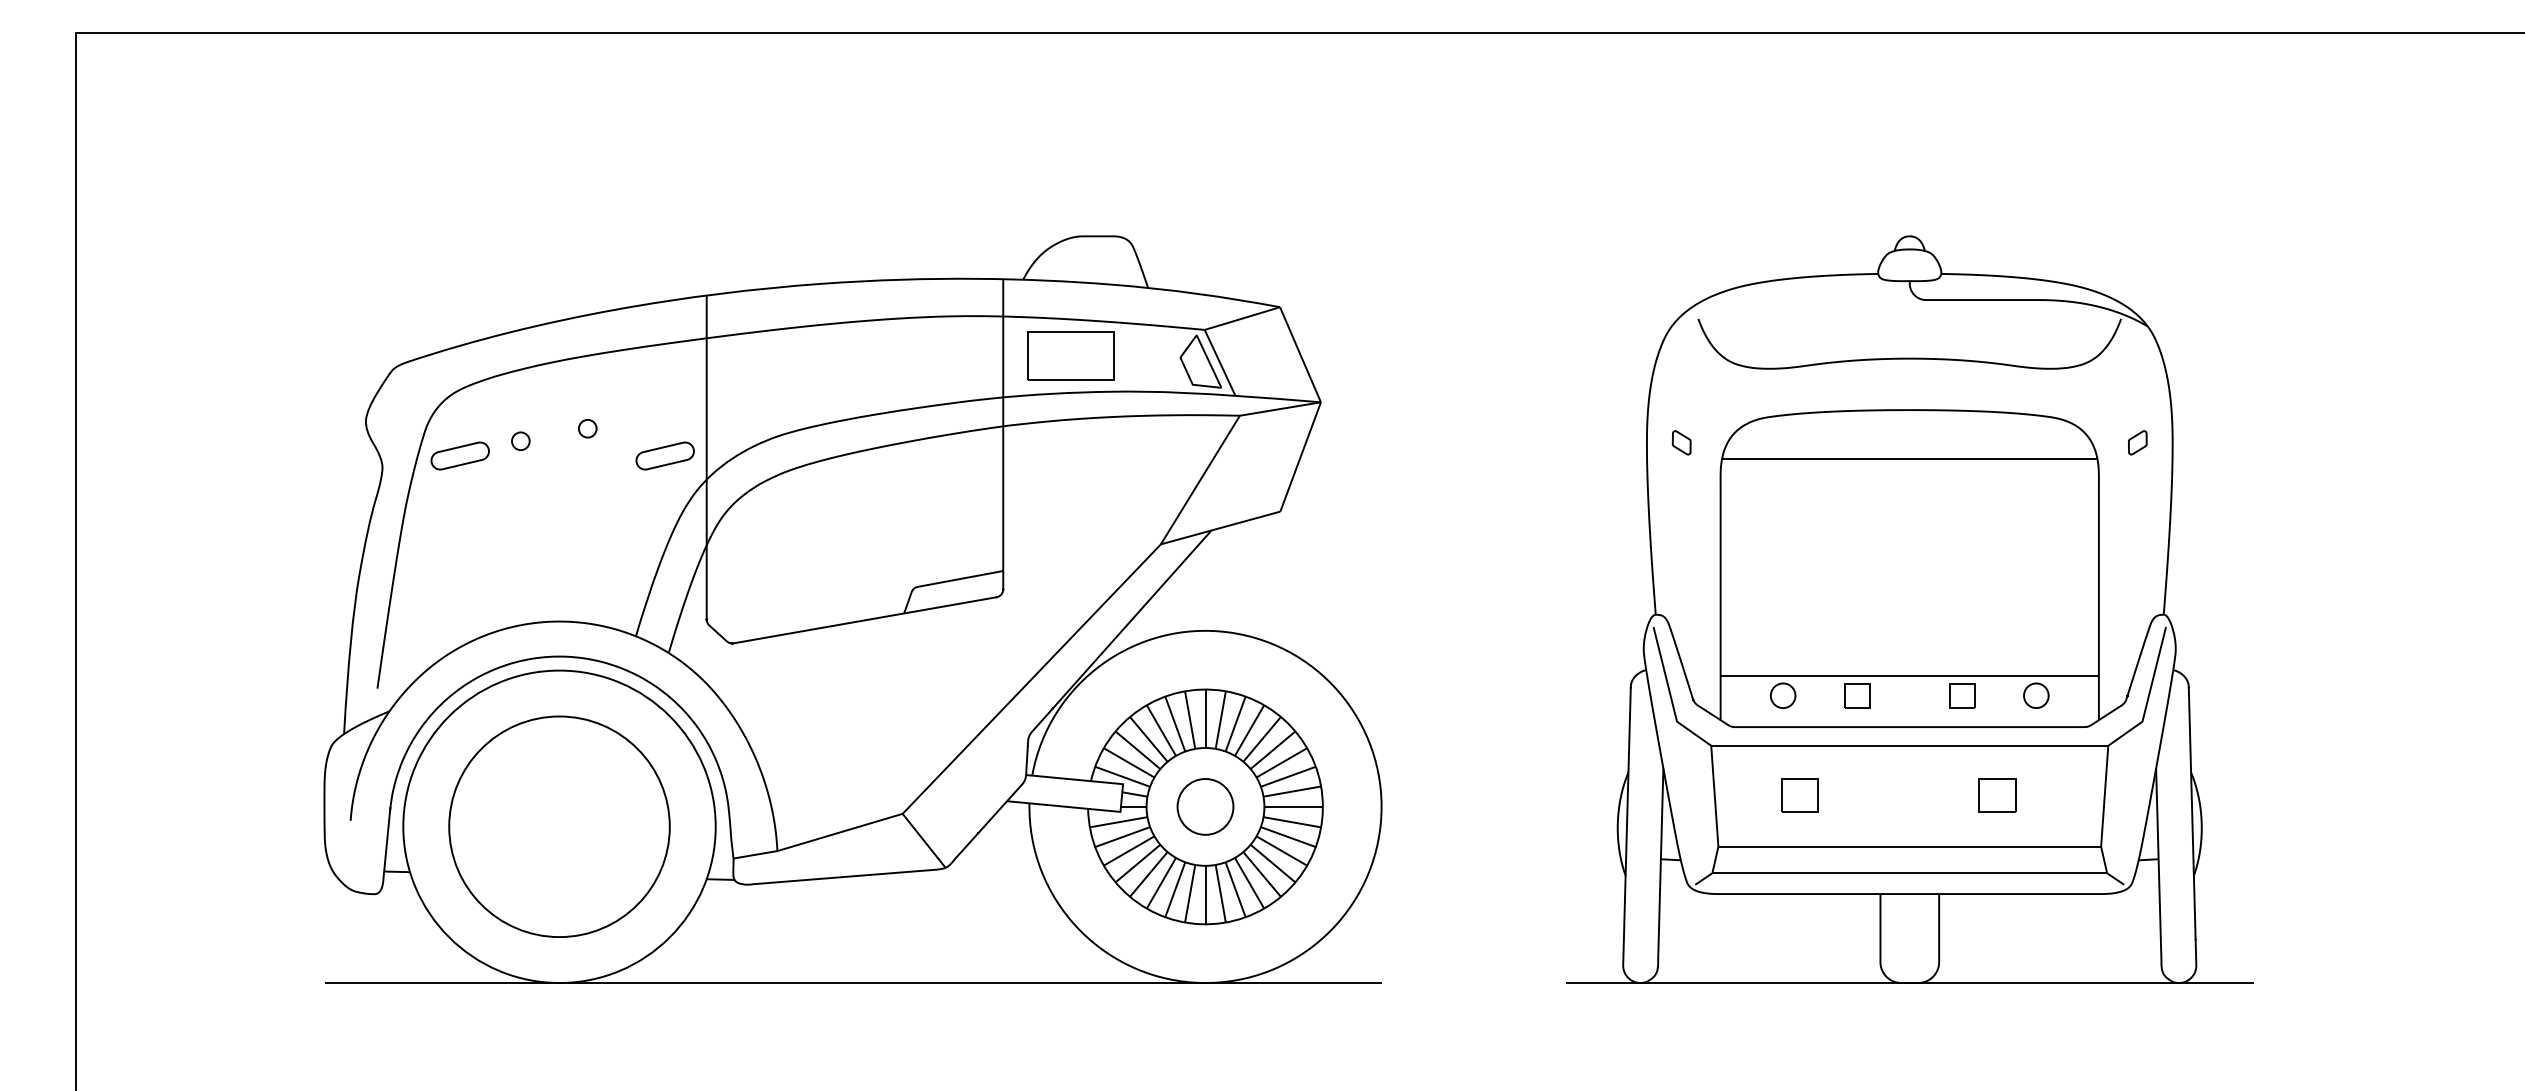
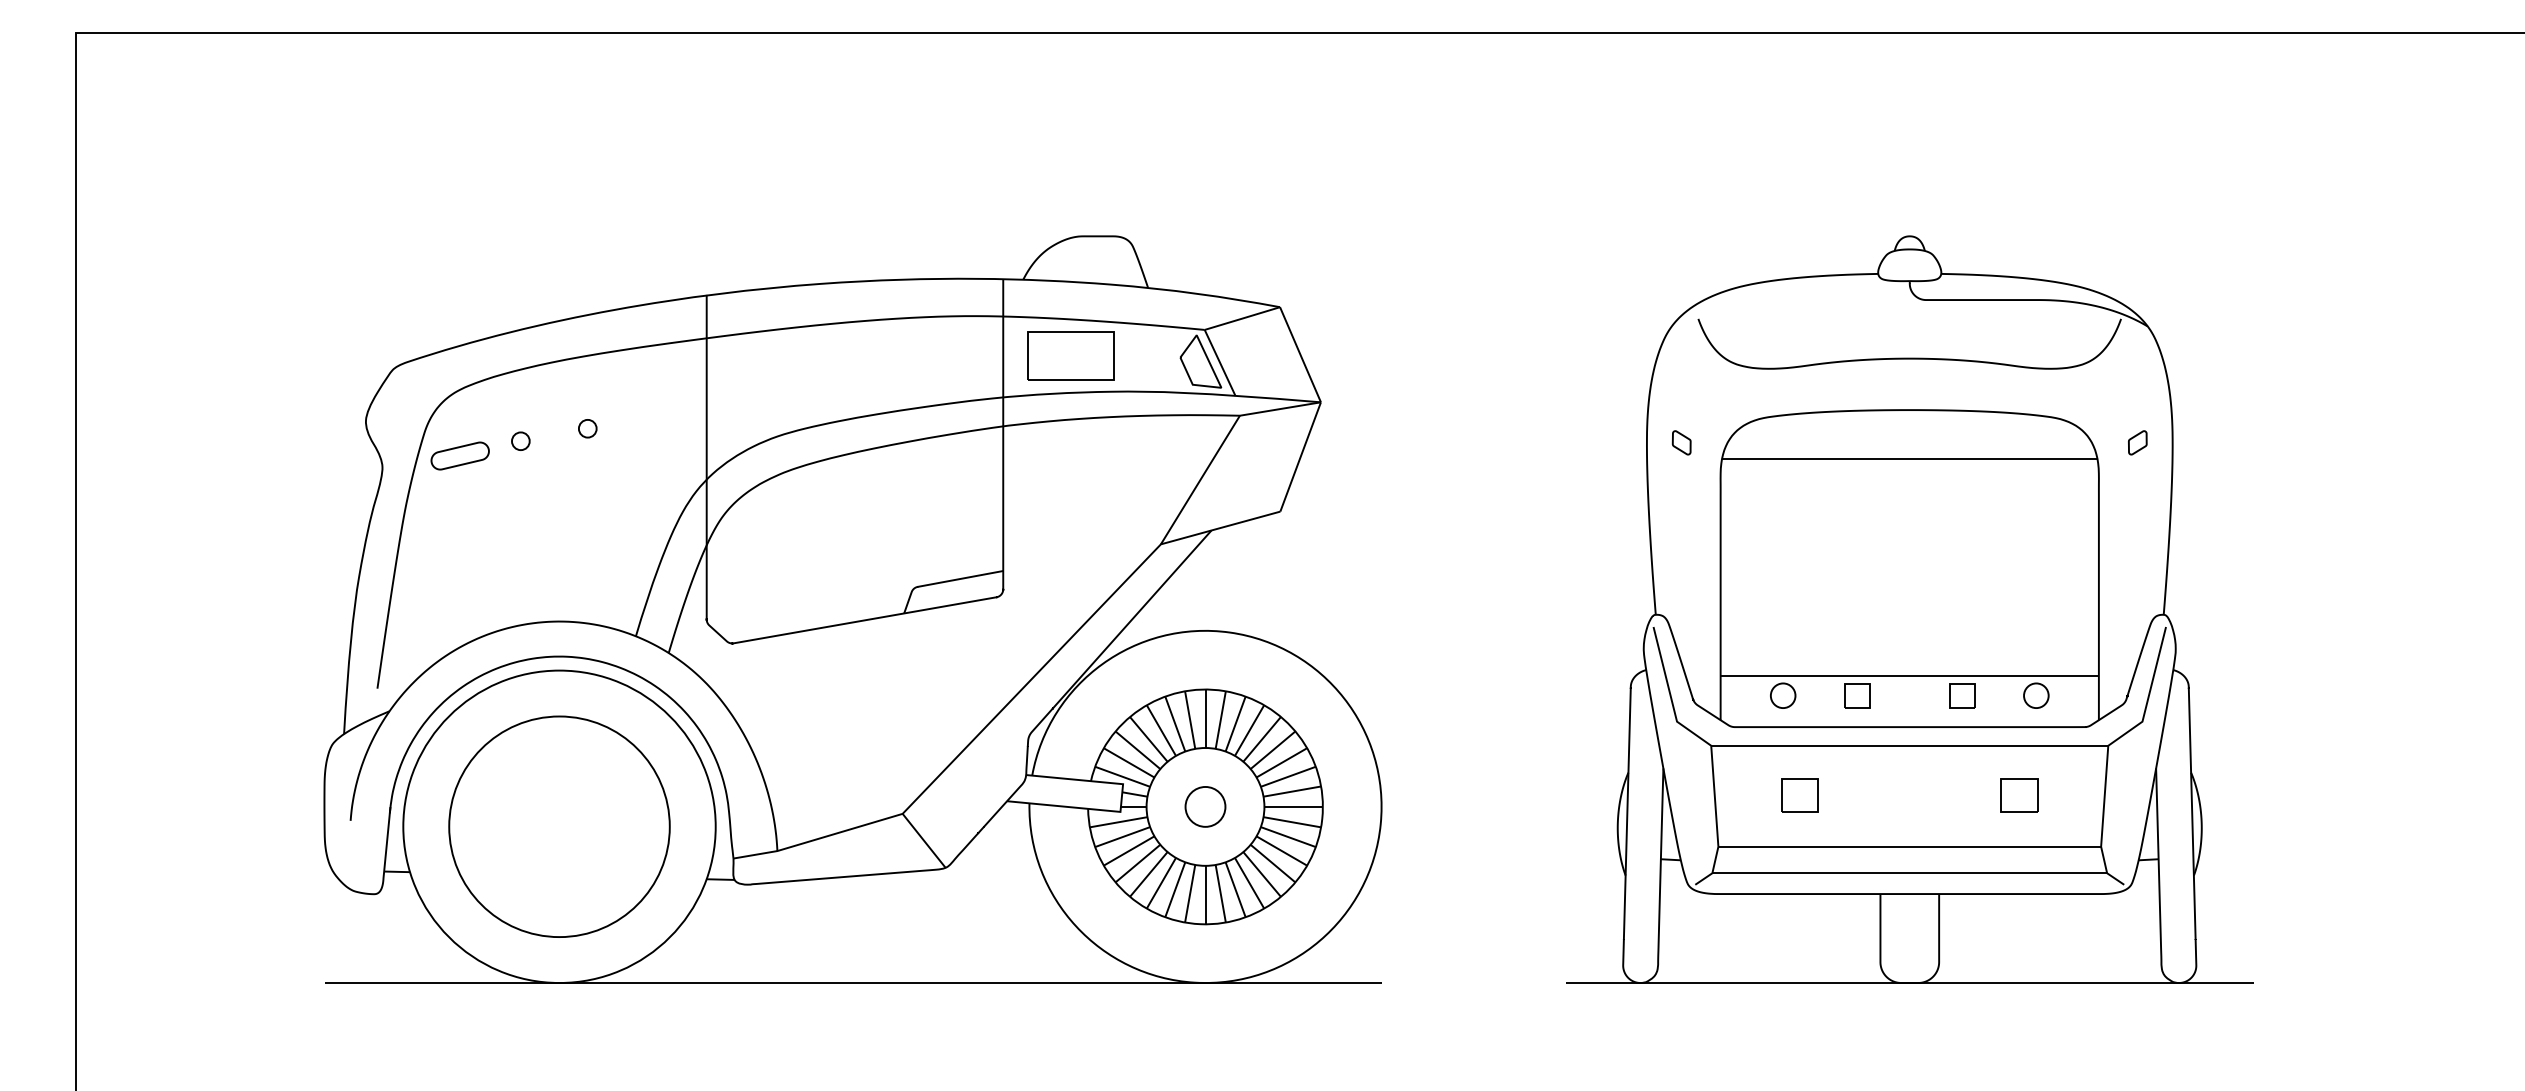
part at (664, 455): present -> none
part at (1997, 795) position: (1997, 795) -> (2019, 795)
circle at (1205, 806) diameter: 56 px -> 40 px
